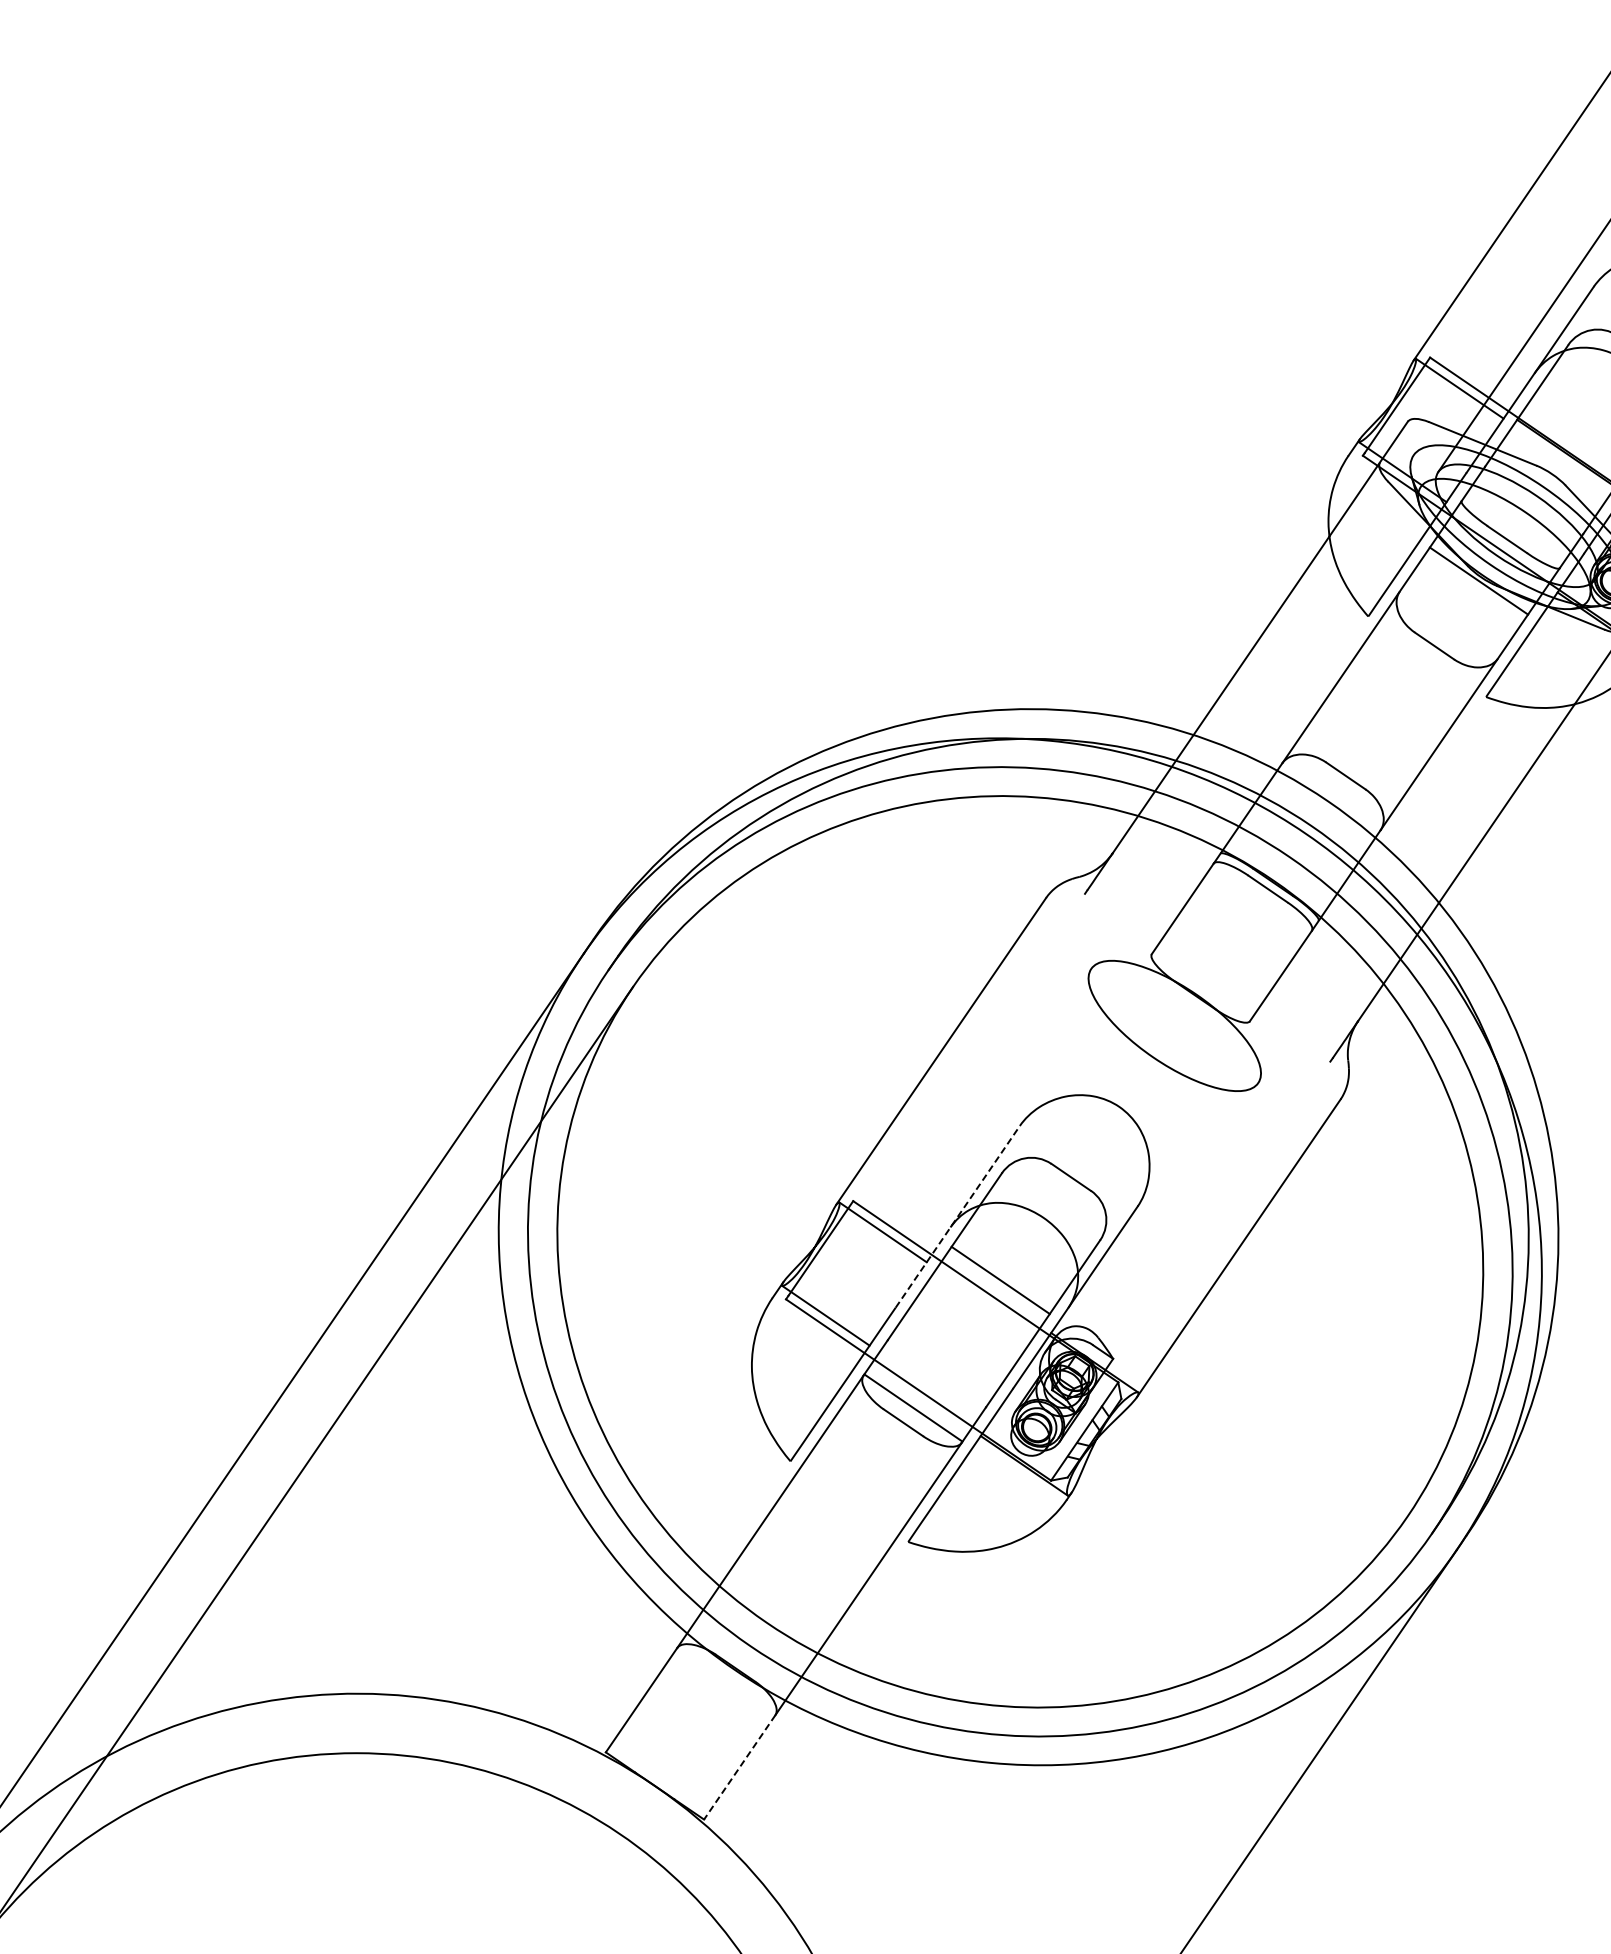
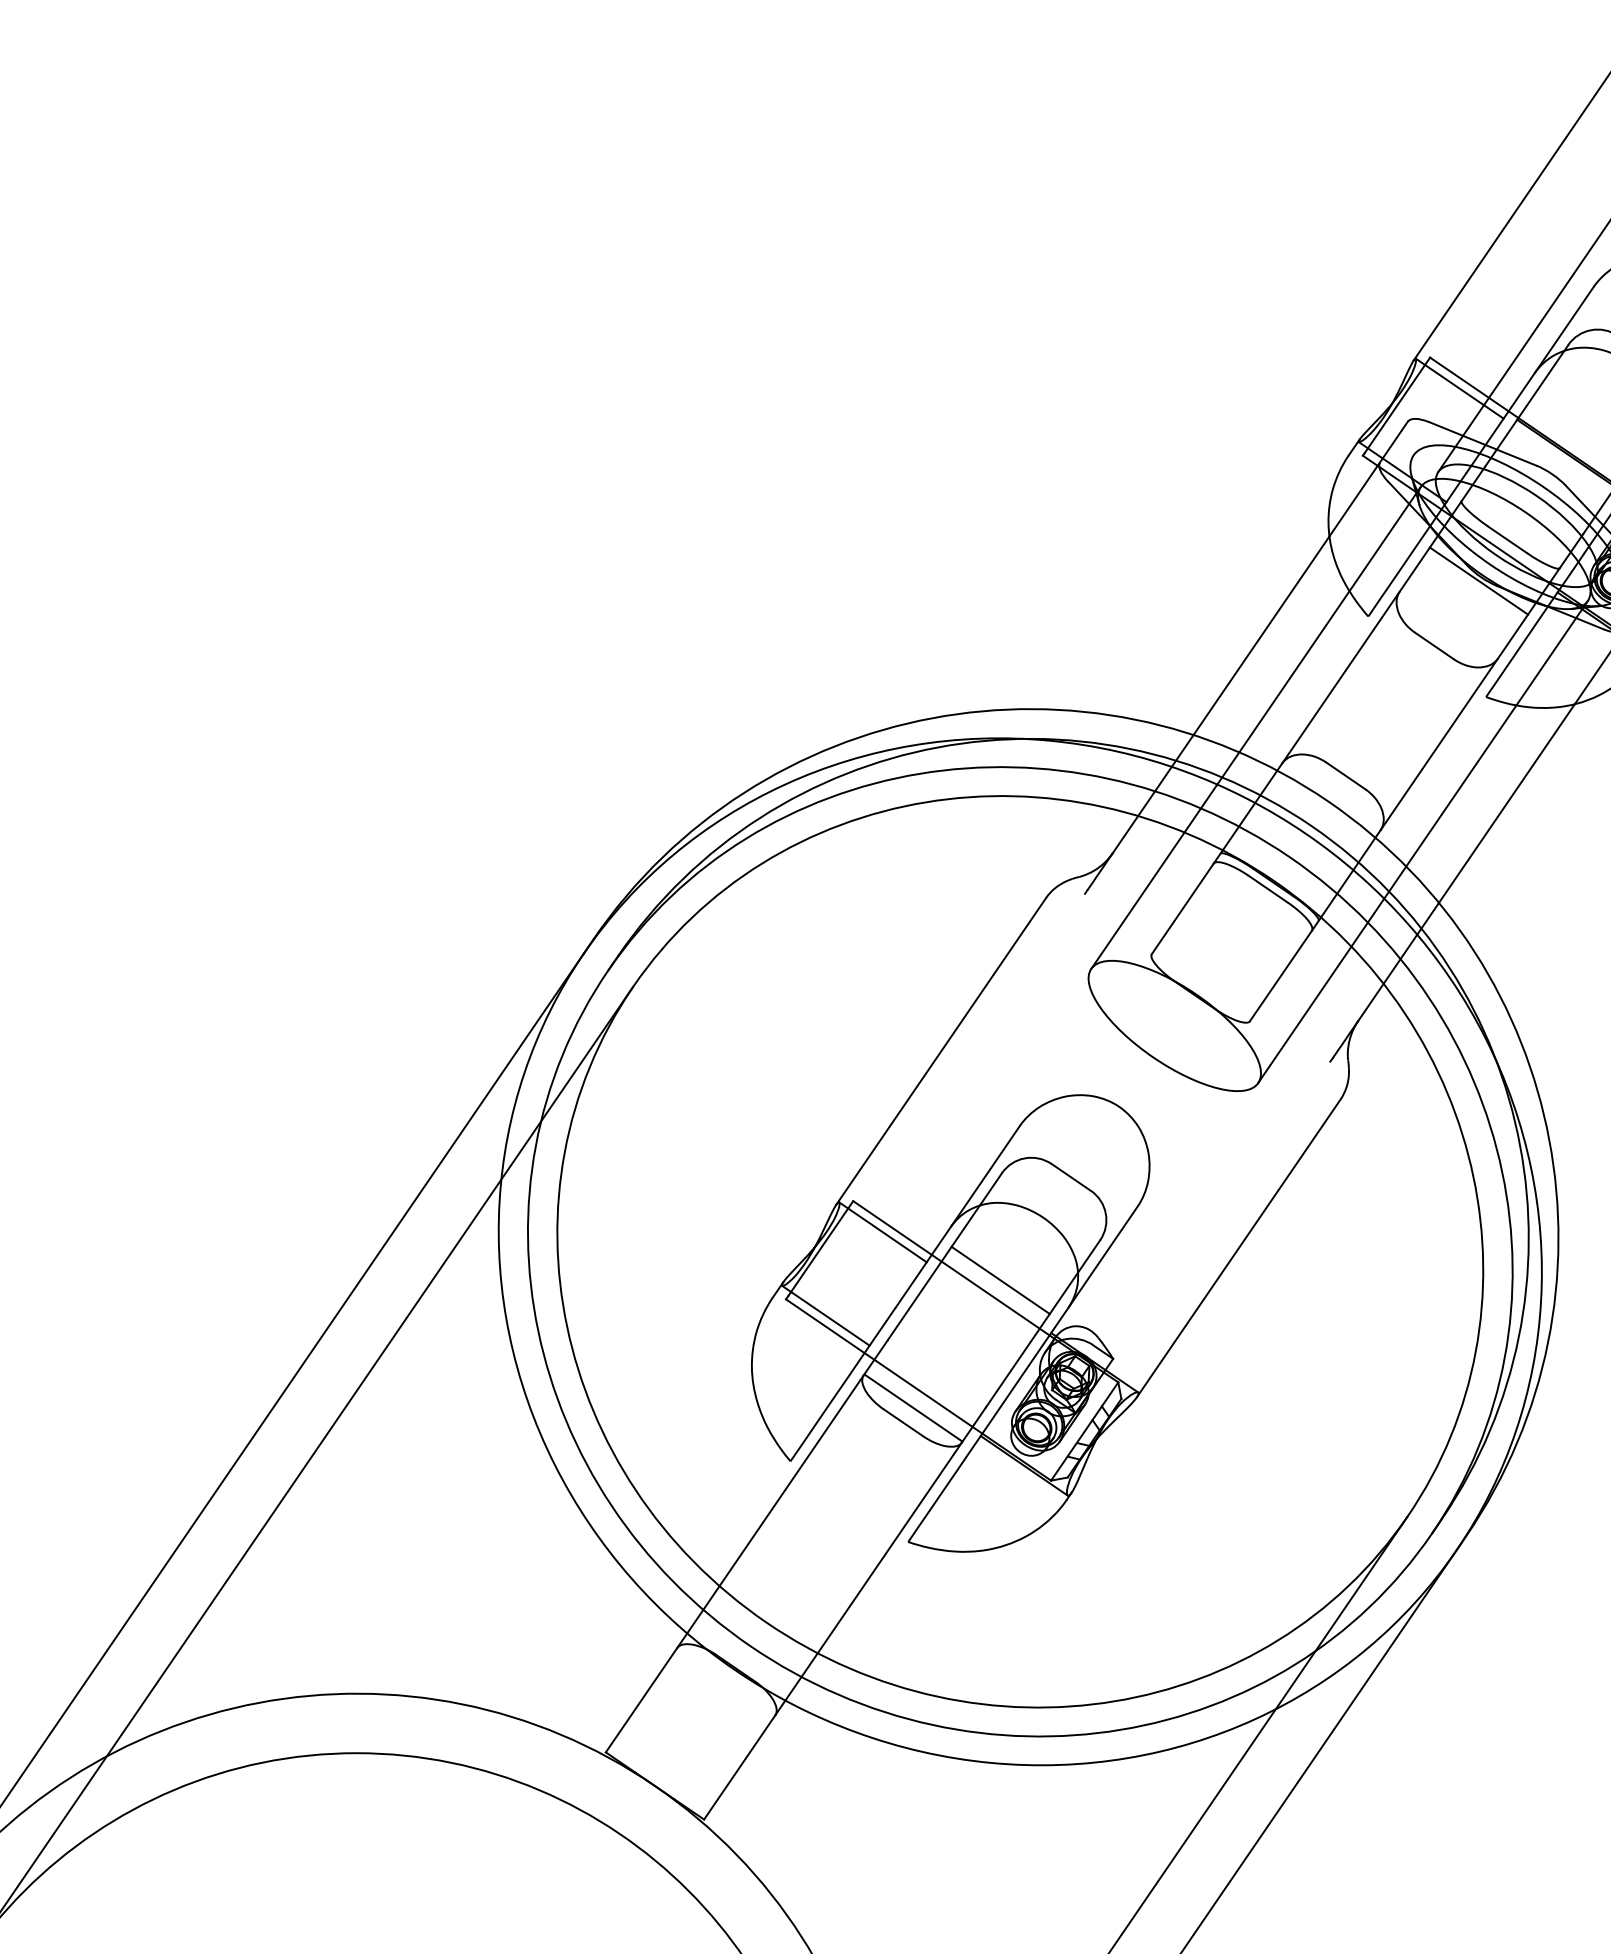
line at (1255, 727): none -> present
line at (1422, 842): none -> present
line at (958, 1216): dashed -> solid
line at (1258, 1733): none -> present
line at (739, 1767): dashed -> solid
